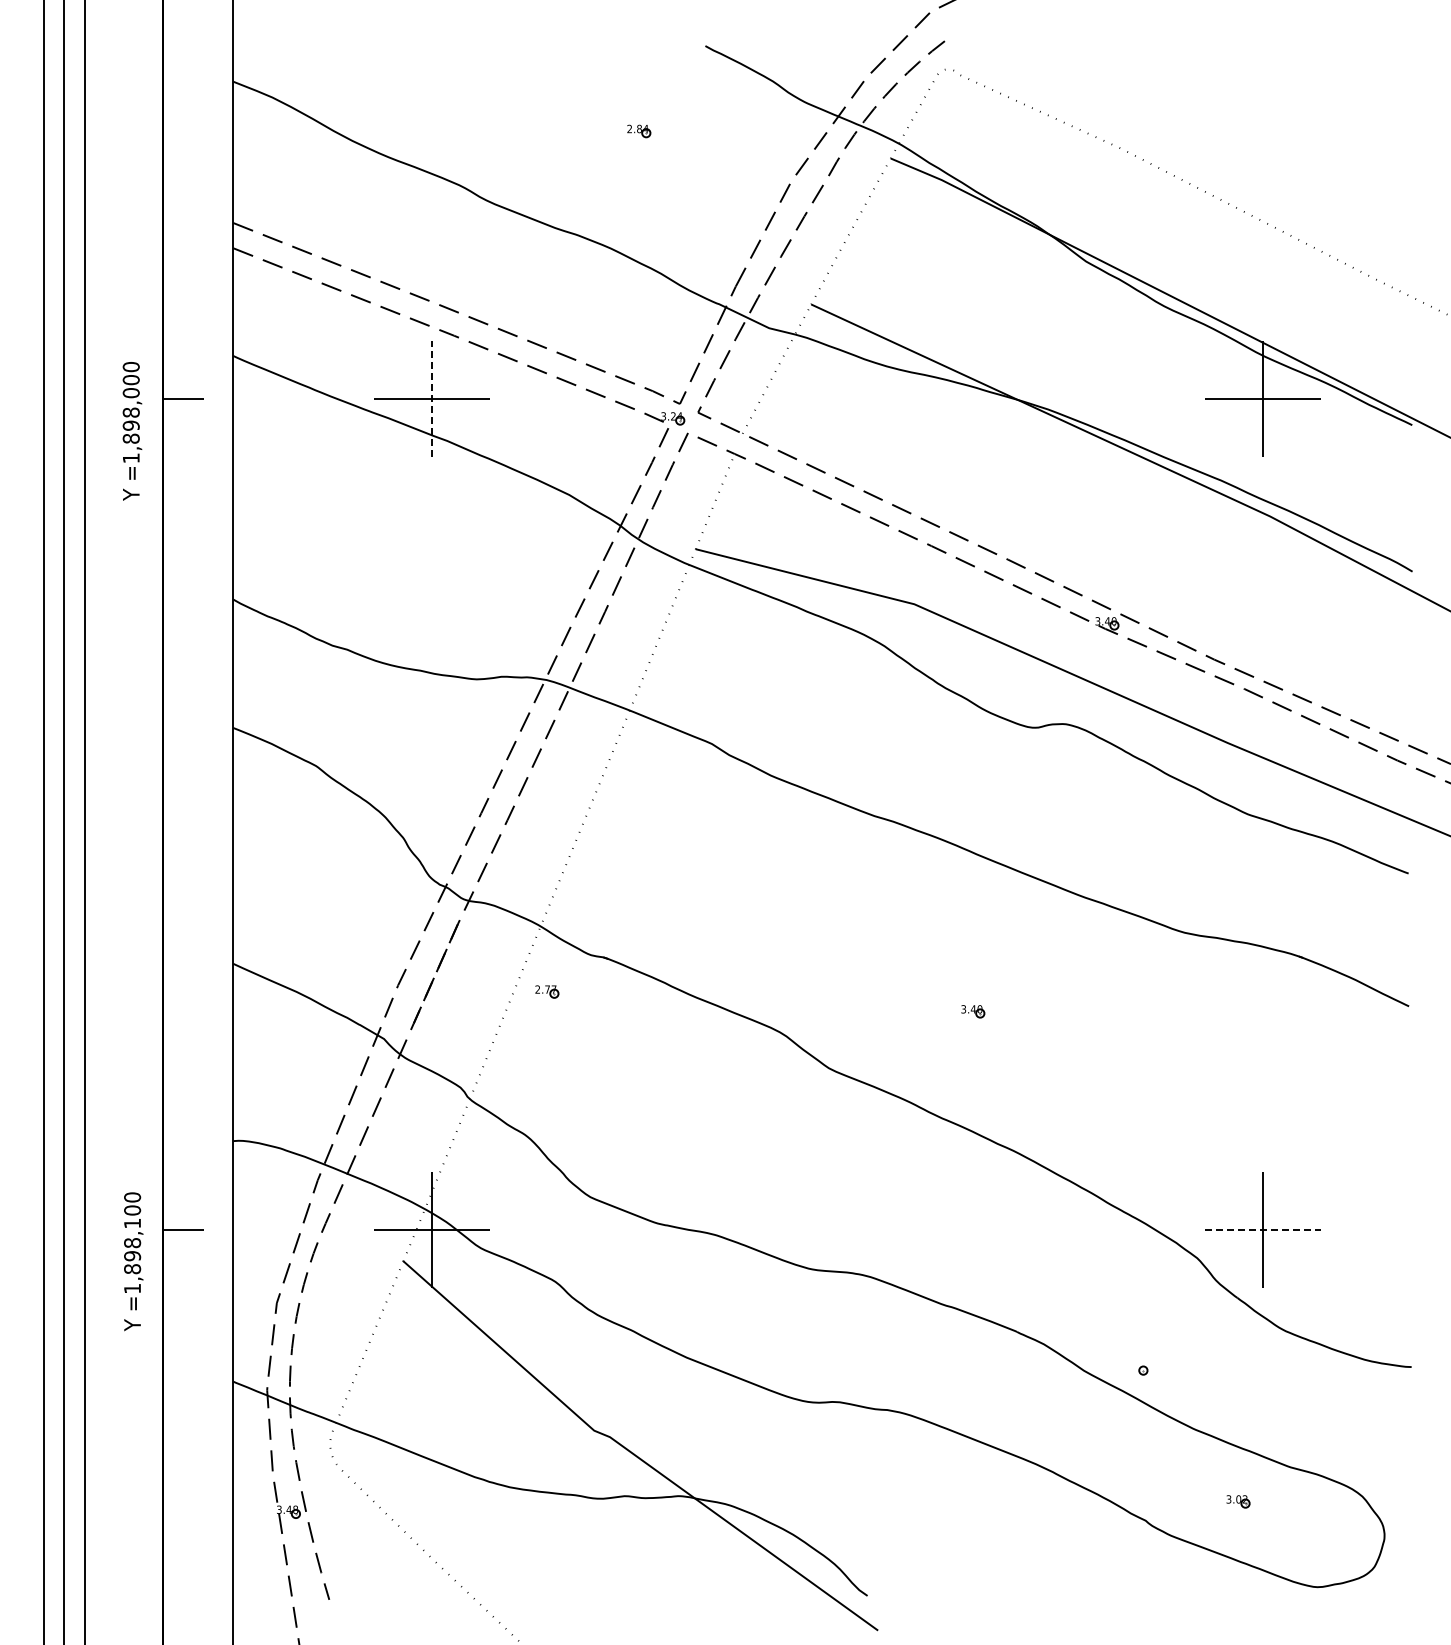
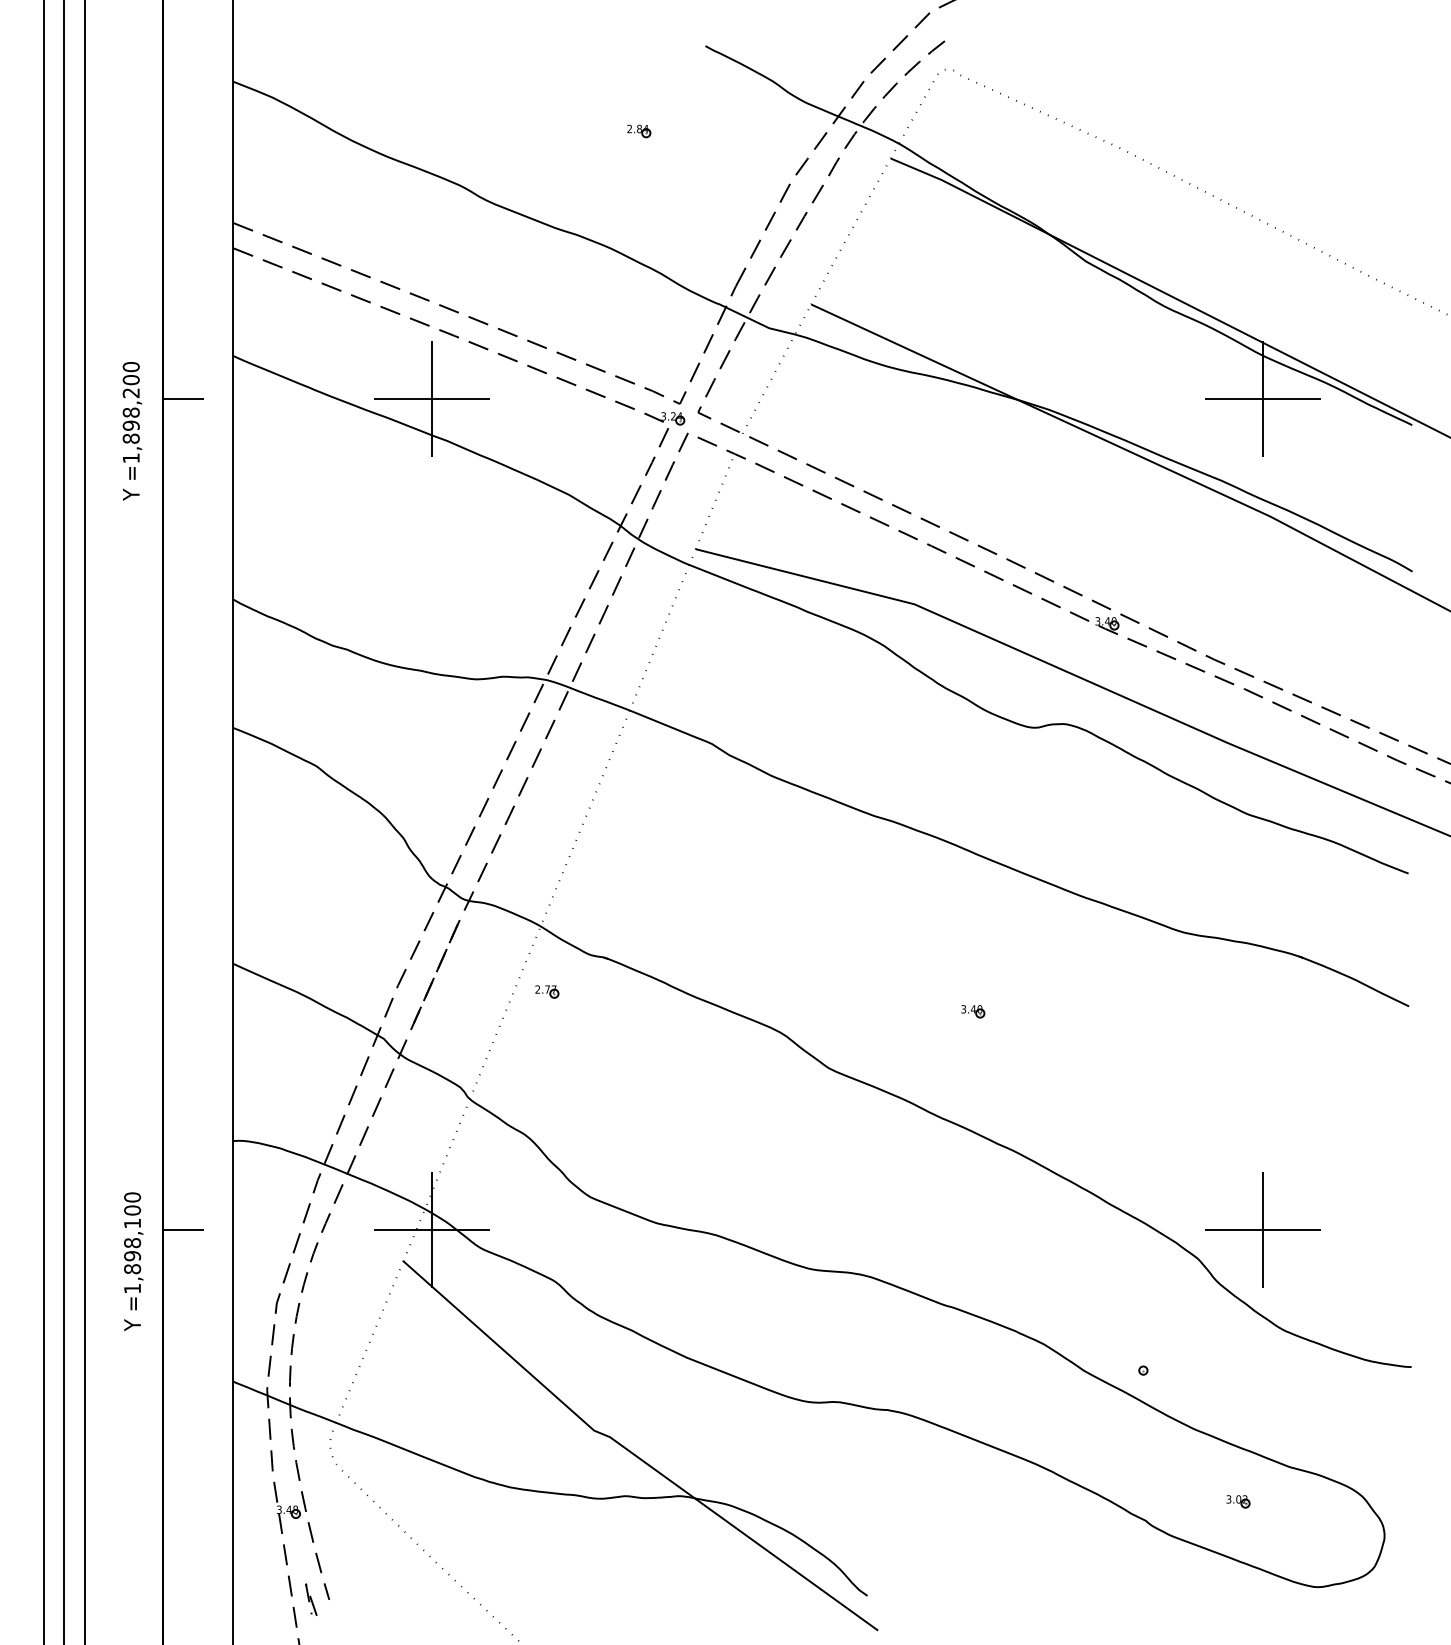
text at (130, 393): =1,898,000 -> =1,898,200
line at (432, 399): dashed -> solid
line at (1262, 1229): dashed -> solid
line at (311, 1599): none -> present
